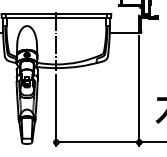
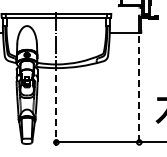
line at (139, 91): solid -> dashed
line at (56, 110): solid -> dashed
